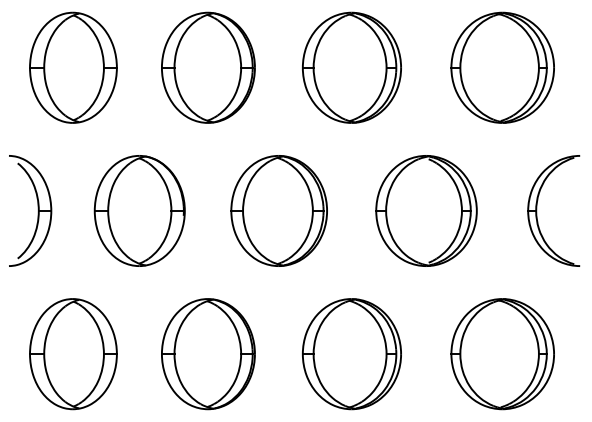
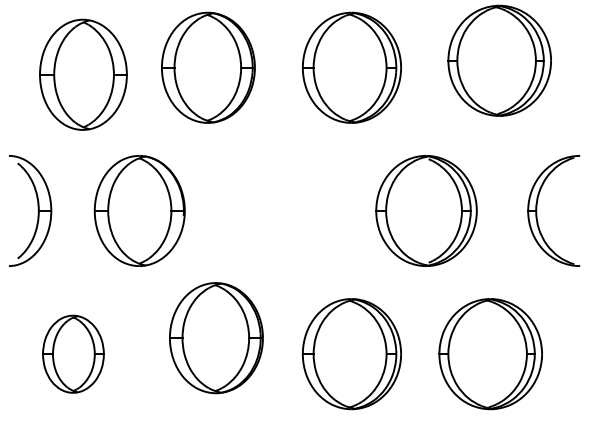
part at (73, 67) position: (73, 67) -> (83, 74)
part at (502, 67) position: (502, 67) -> (499, 60)
part at (278, 210): present -> none
part at (73, 354) size: 89x113 px -> 63x80 px
part at (208, 354) position: (208, 354) -> (216, 338)
part at (502, 354) position: (502, 354) -> (490, 354)
